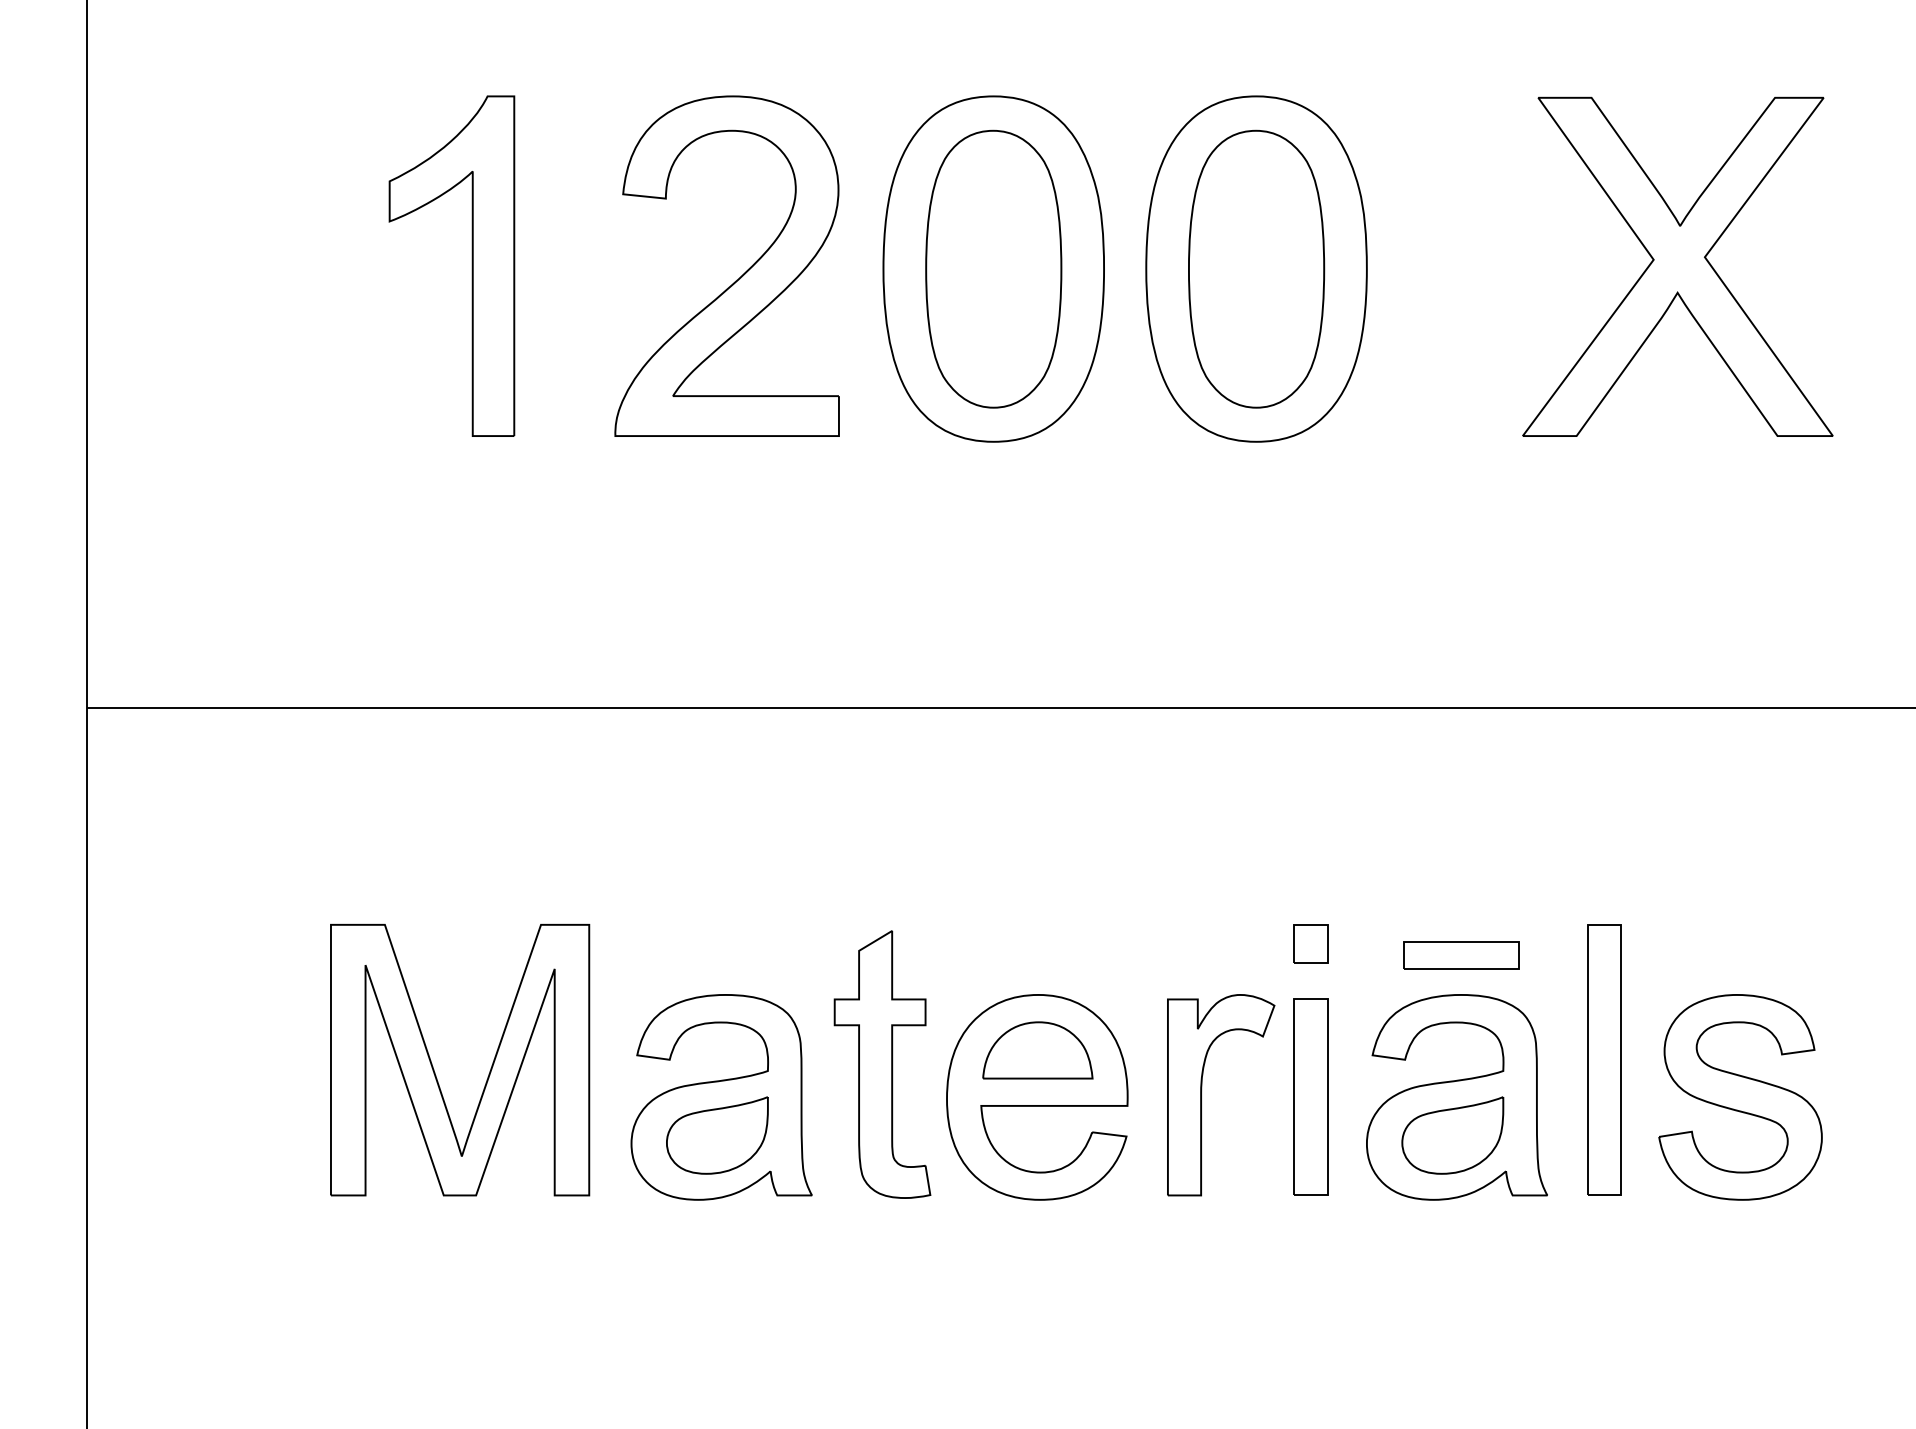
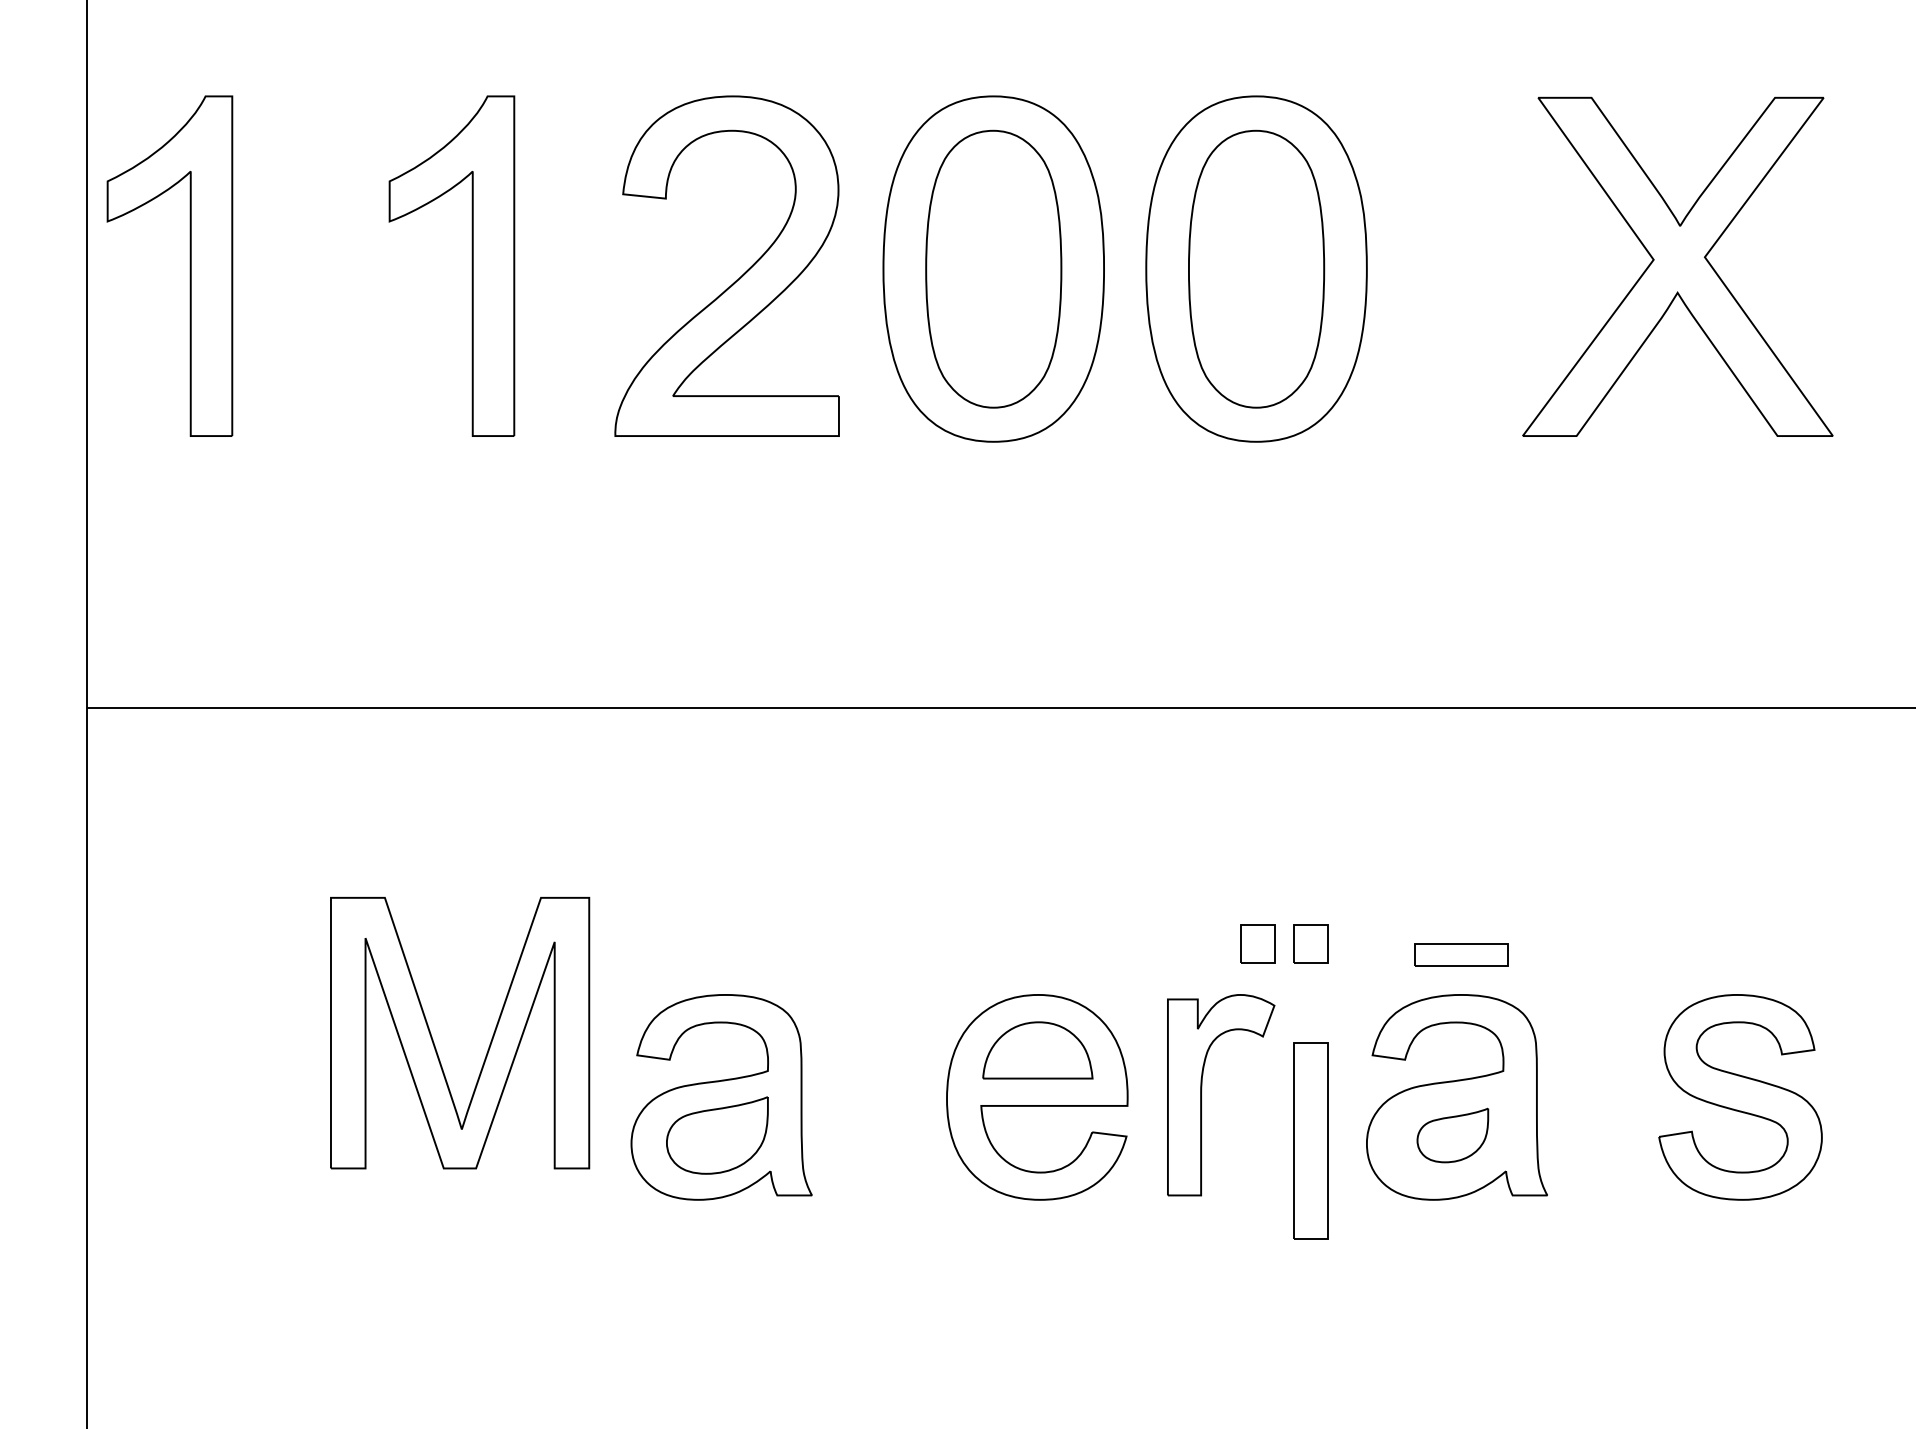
part at (189, 265): none -> present
part at (1257, 943): none -> present
part at (1461, 955) size: 117x29 px -> 95x24 px
part at (1604, 1059): present -> none
part at (882, 1064): present -> none
part at (434, 1069) position: (434, 1069) -> (434, 1042)
part at (1310, 1096) position: (1310, 1096) -> (1310, 1140)
part at (1452, 1135) size: 104x79 px -> 74x57 px
